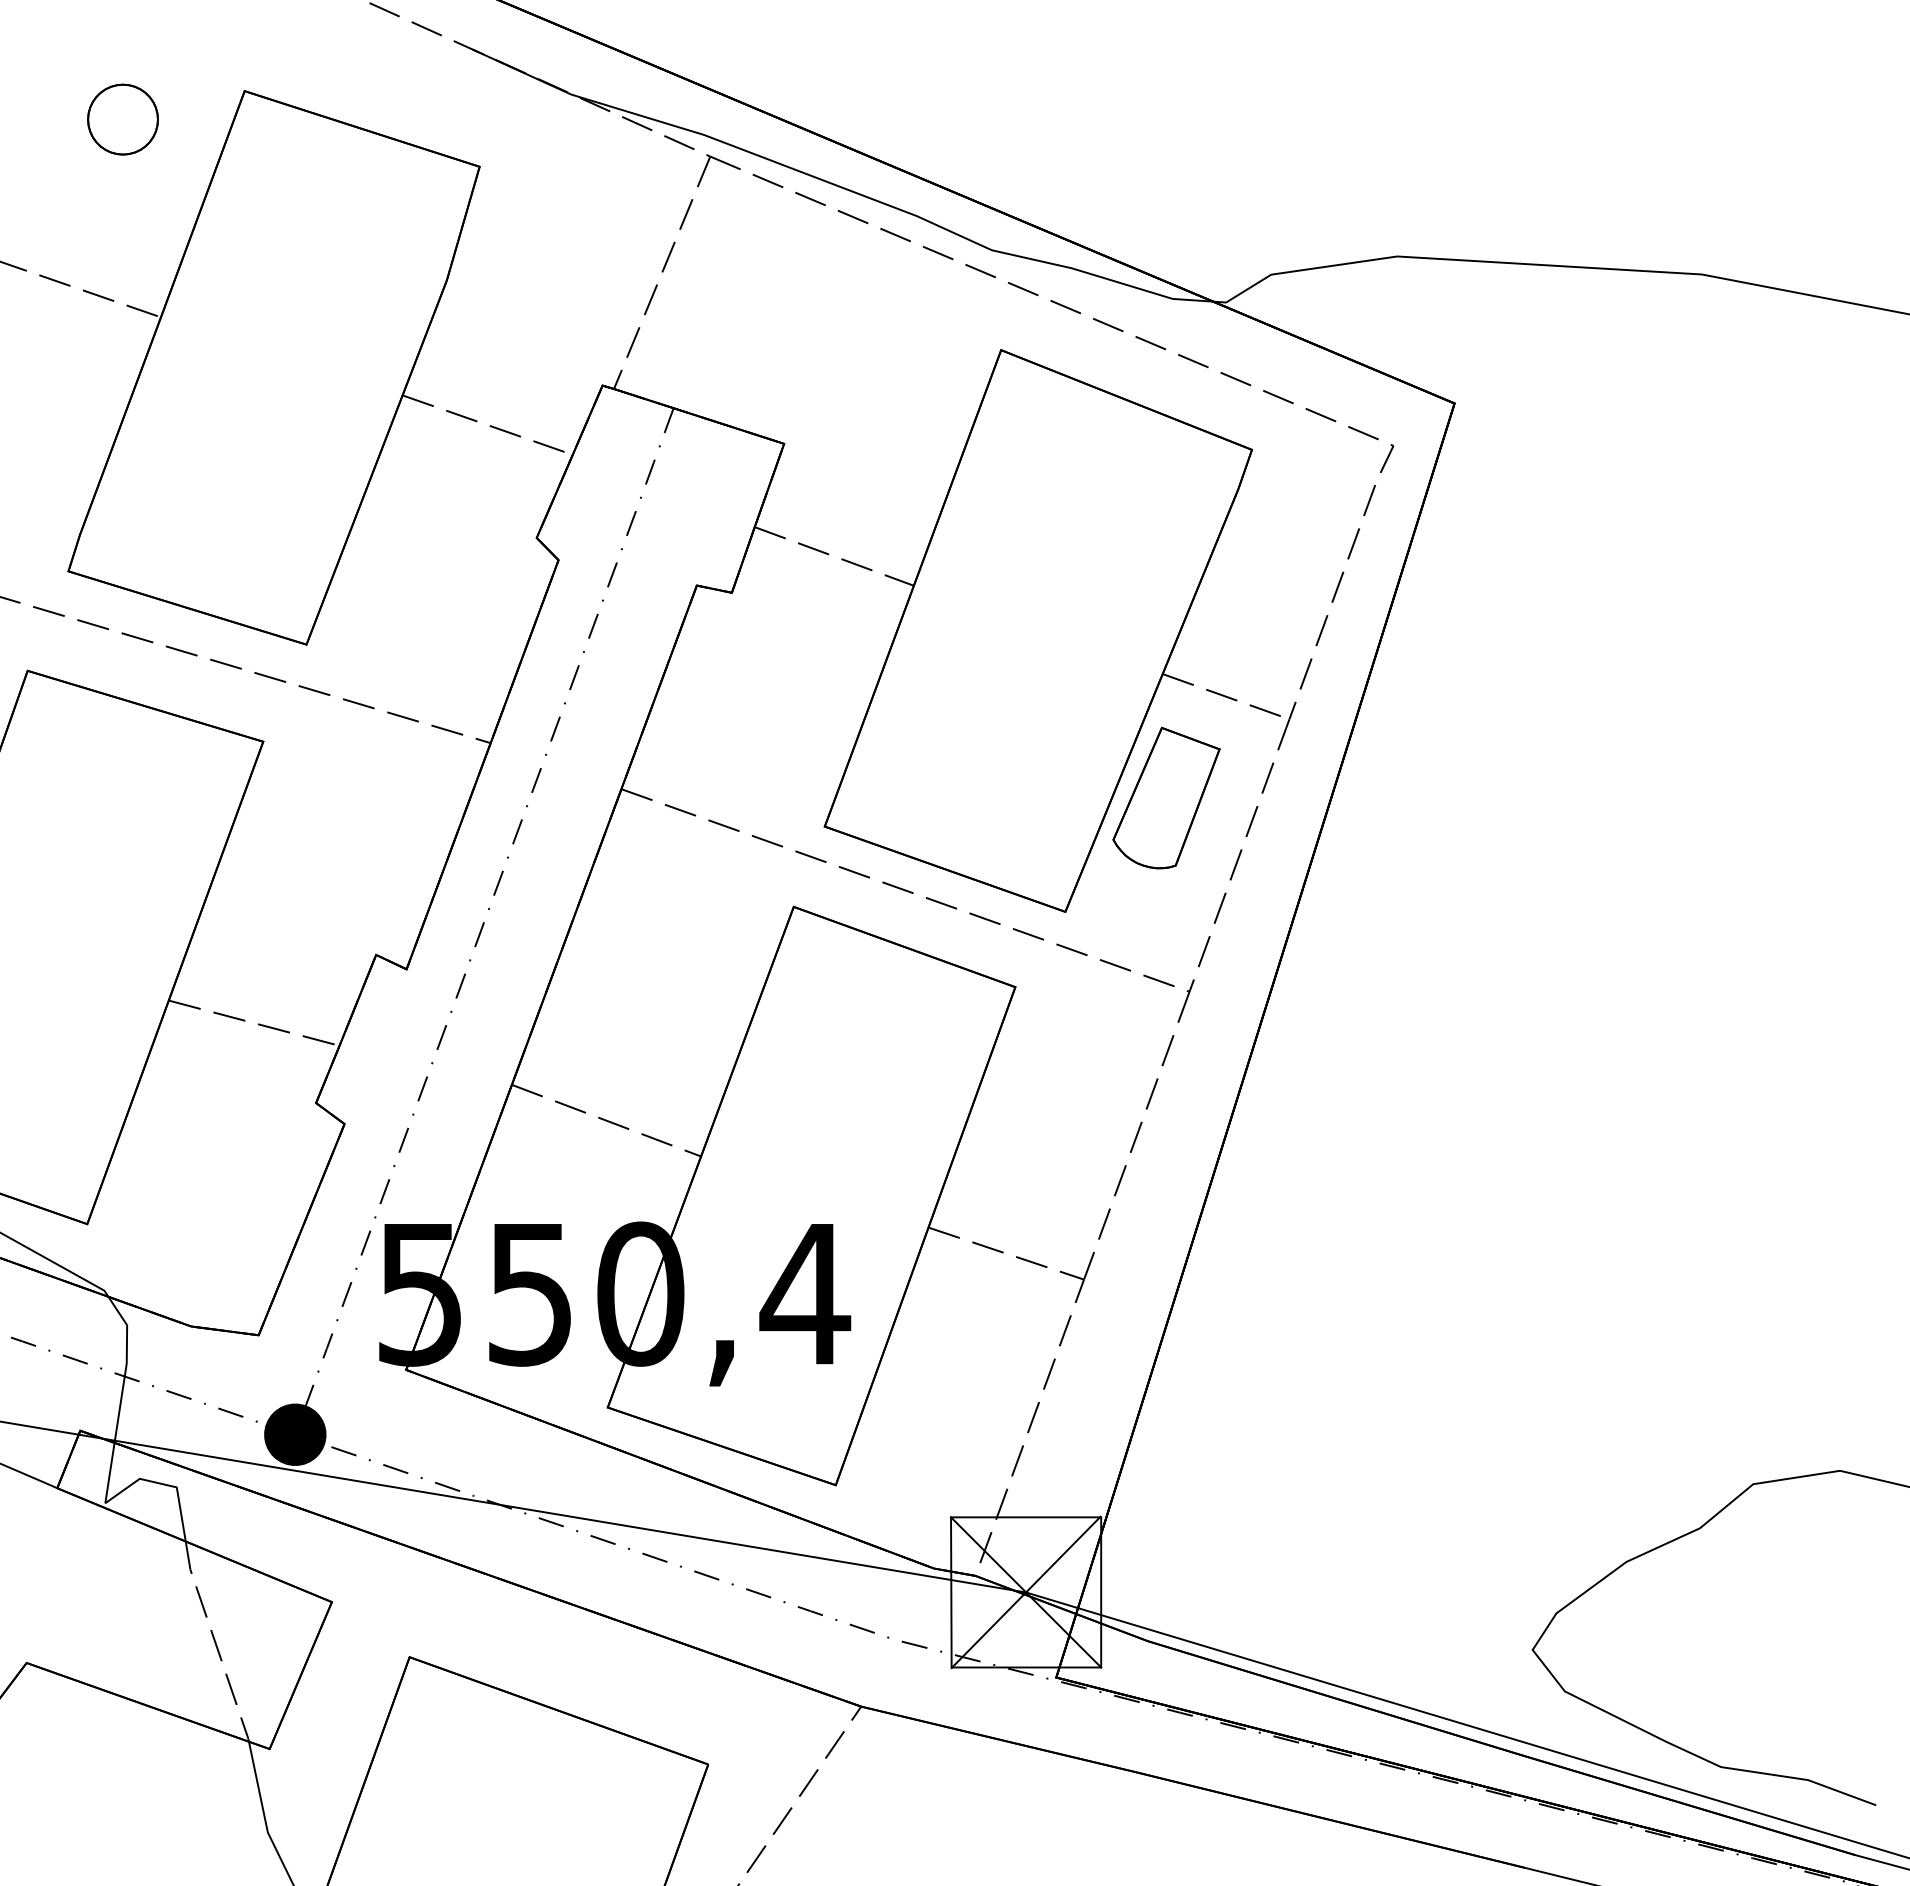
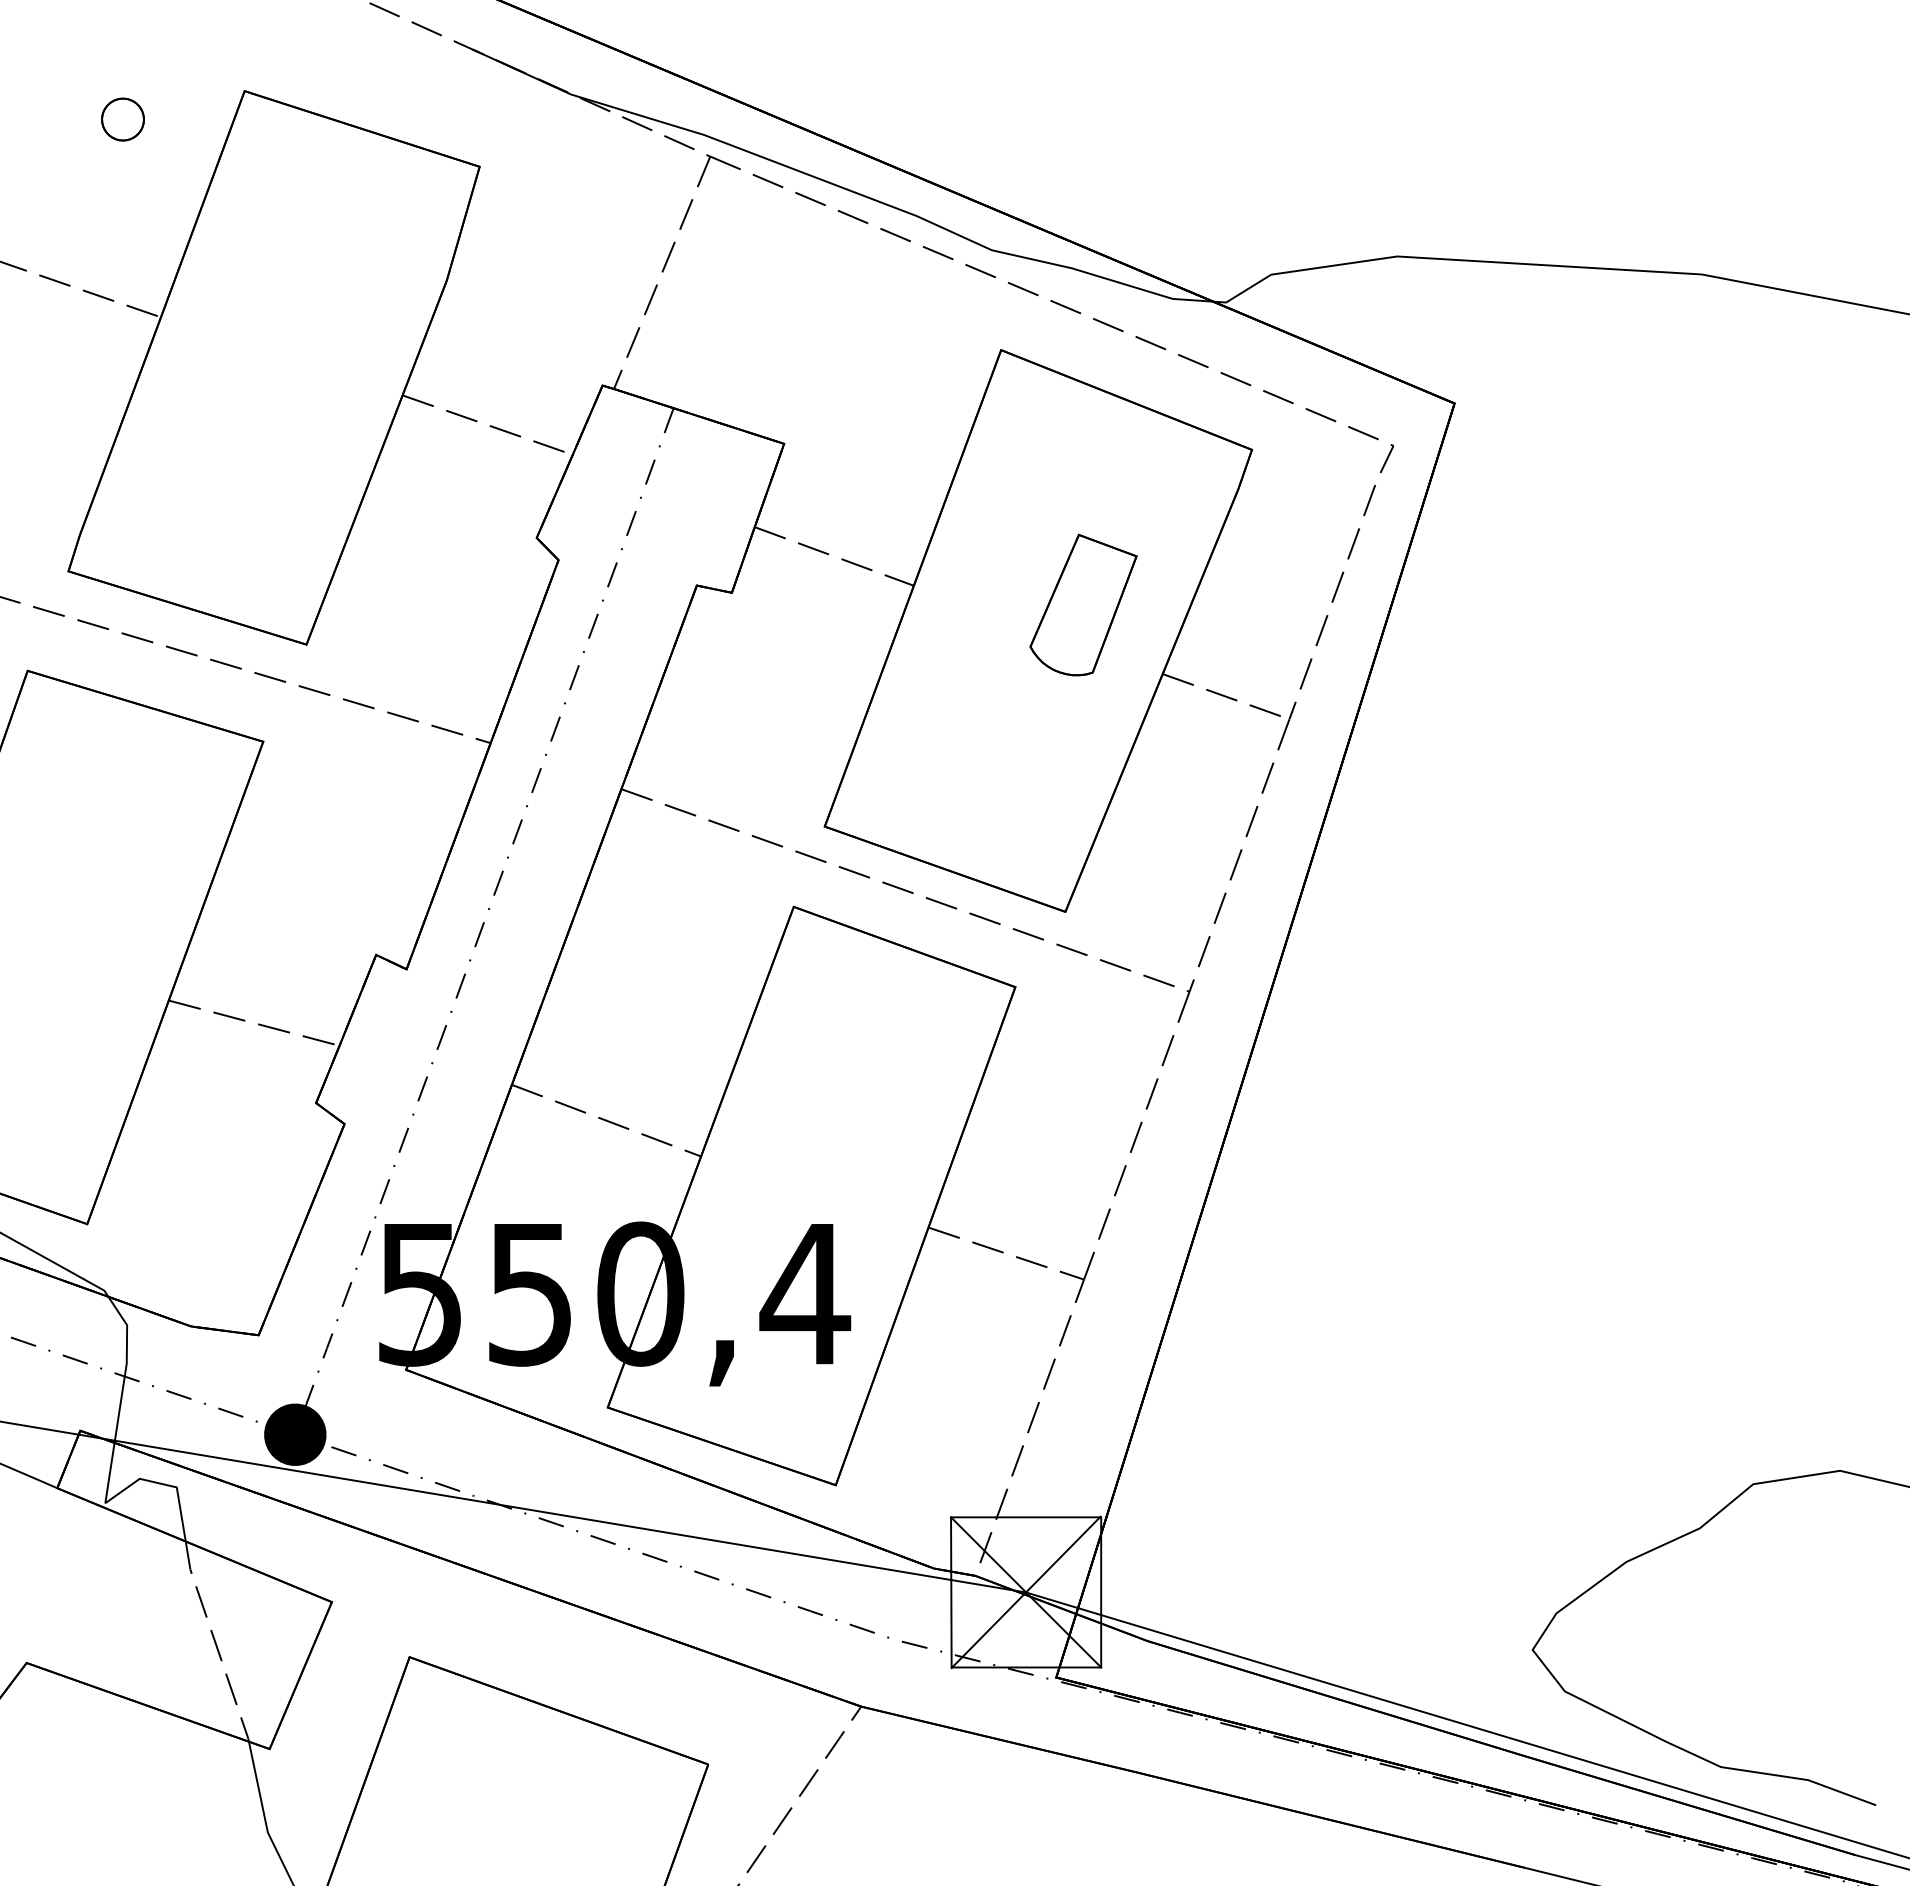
part at (122, 119) size: 72x73 px -> 44x45 px
part at (1166, 797) position: (1166, 797) -> (1083, 604)
